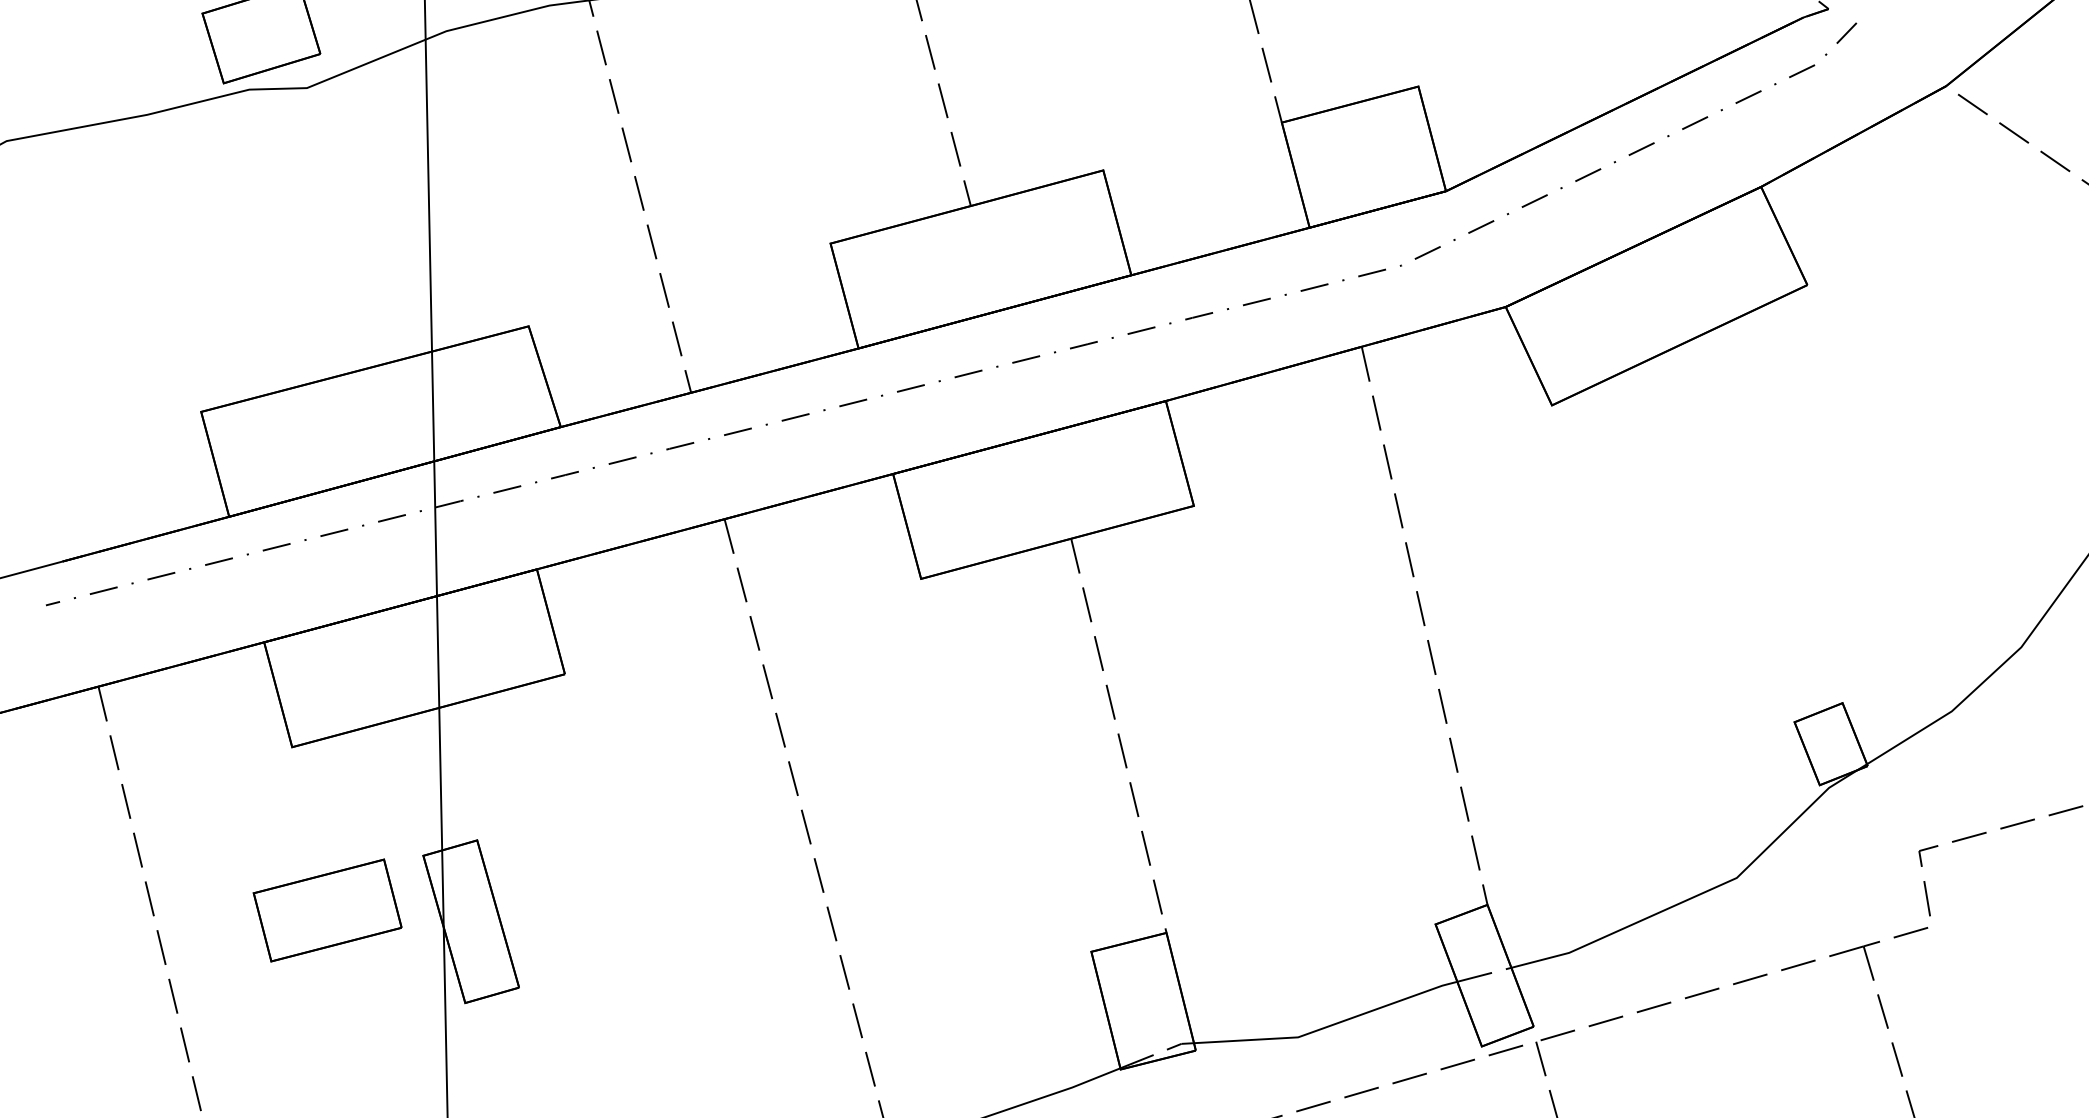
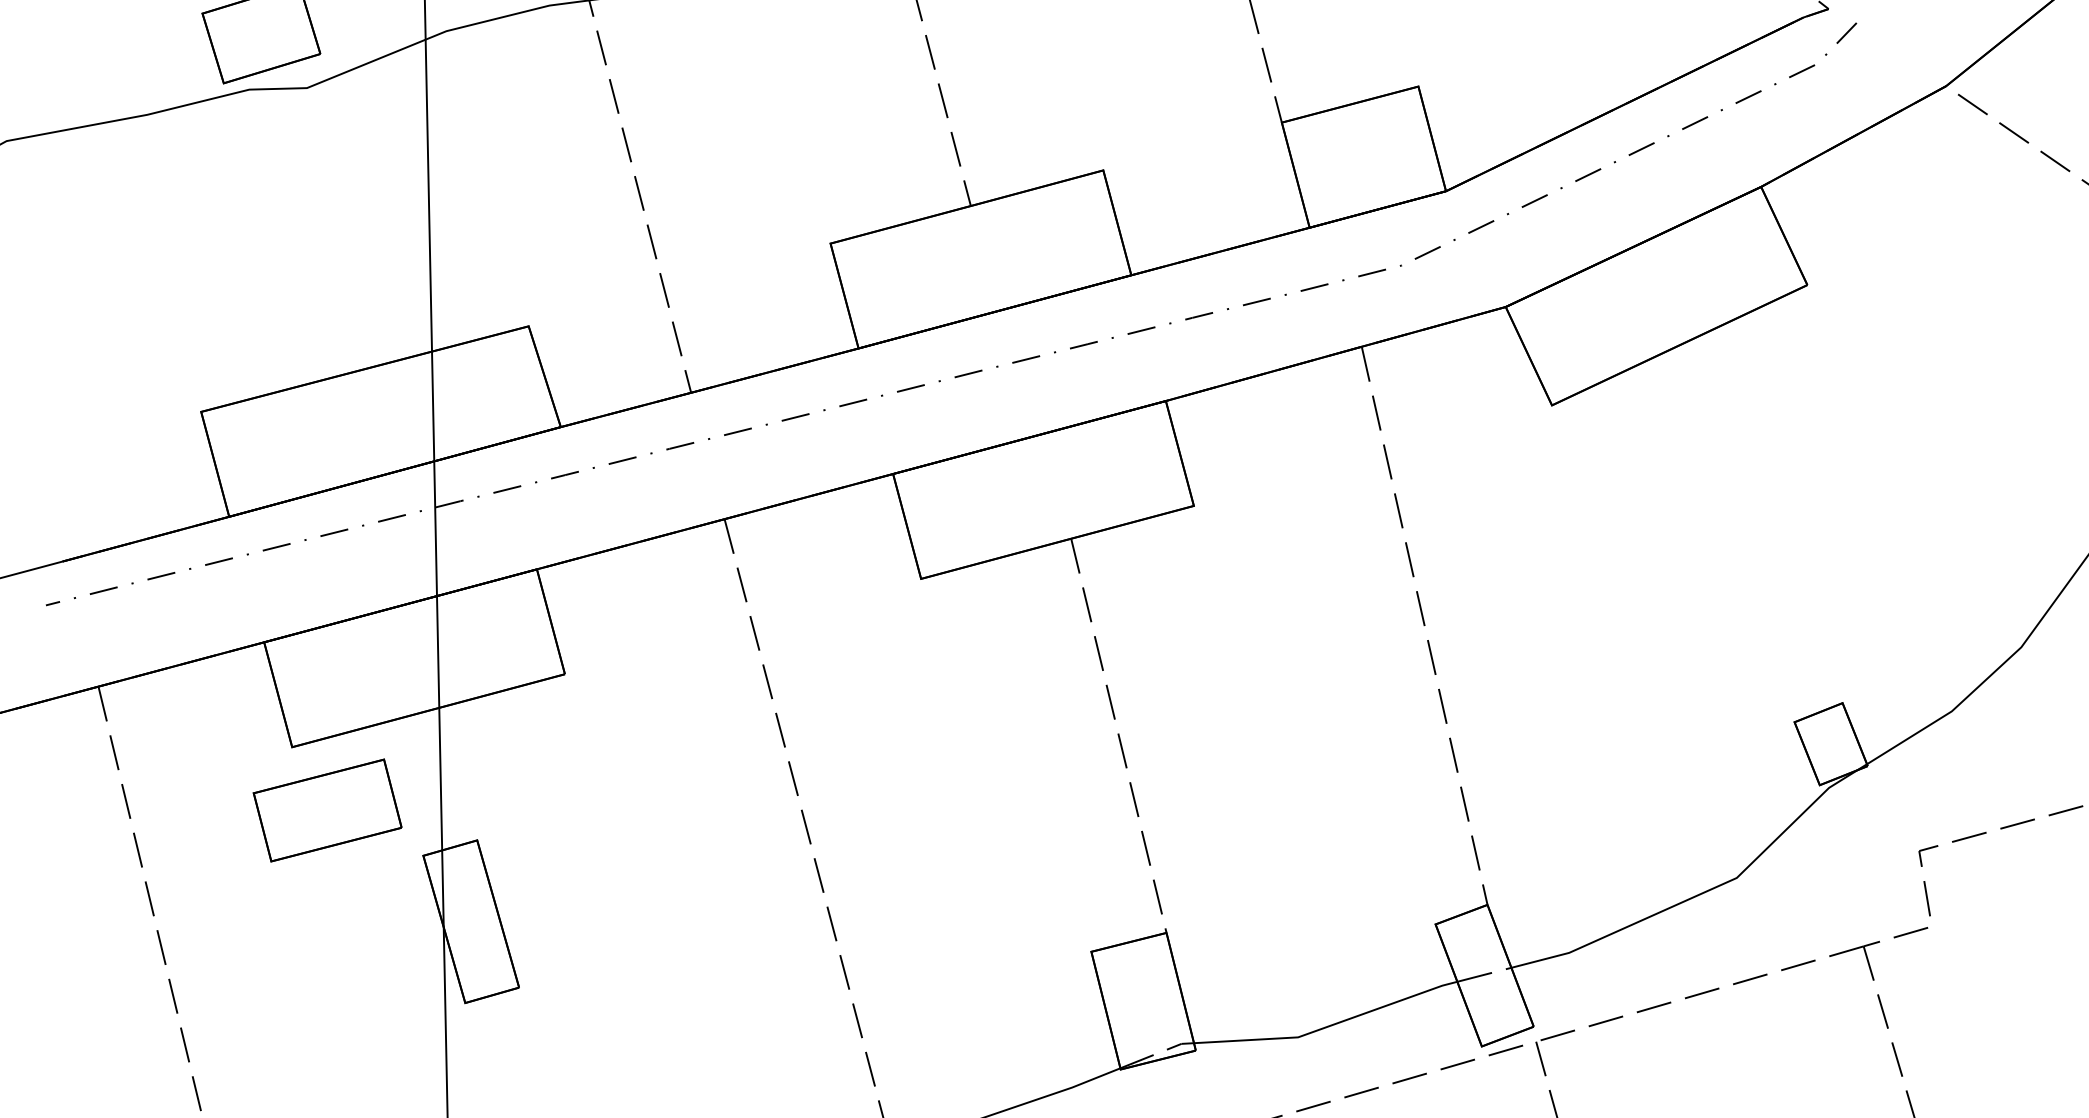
part at (327, 910) position: (327, 910) -> (327, 810)
